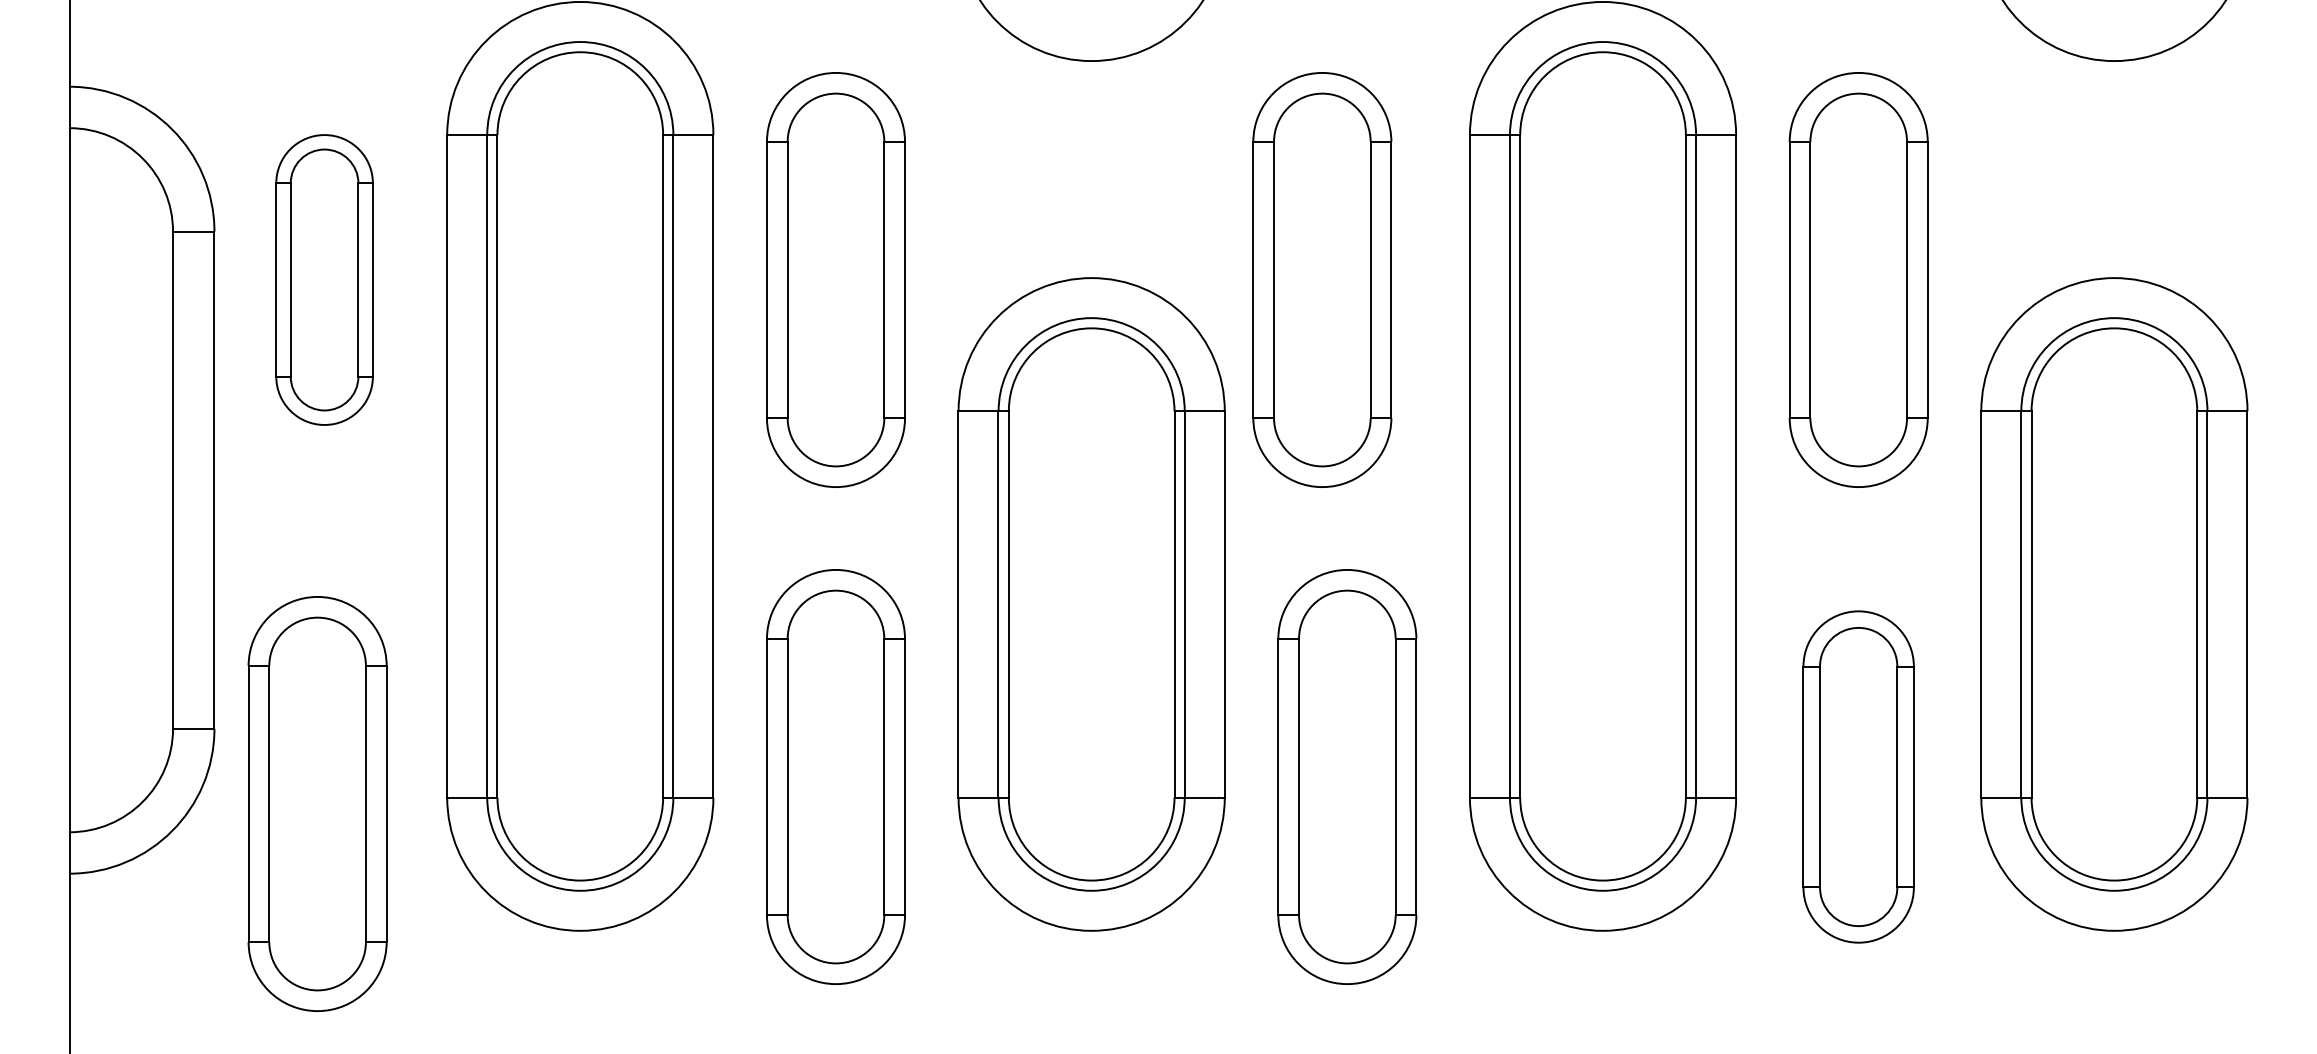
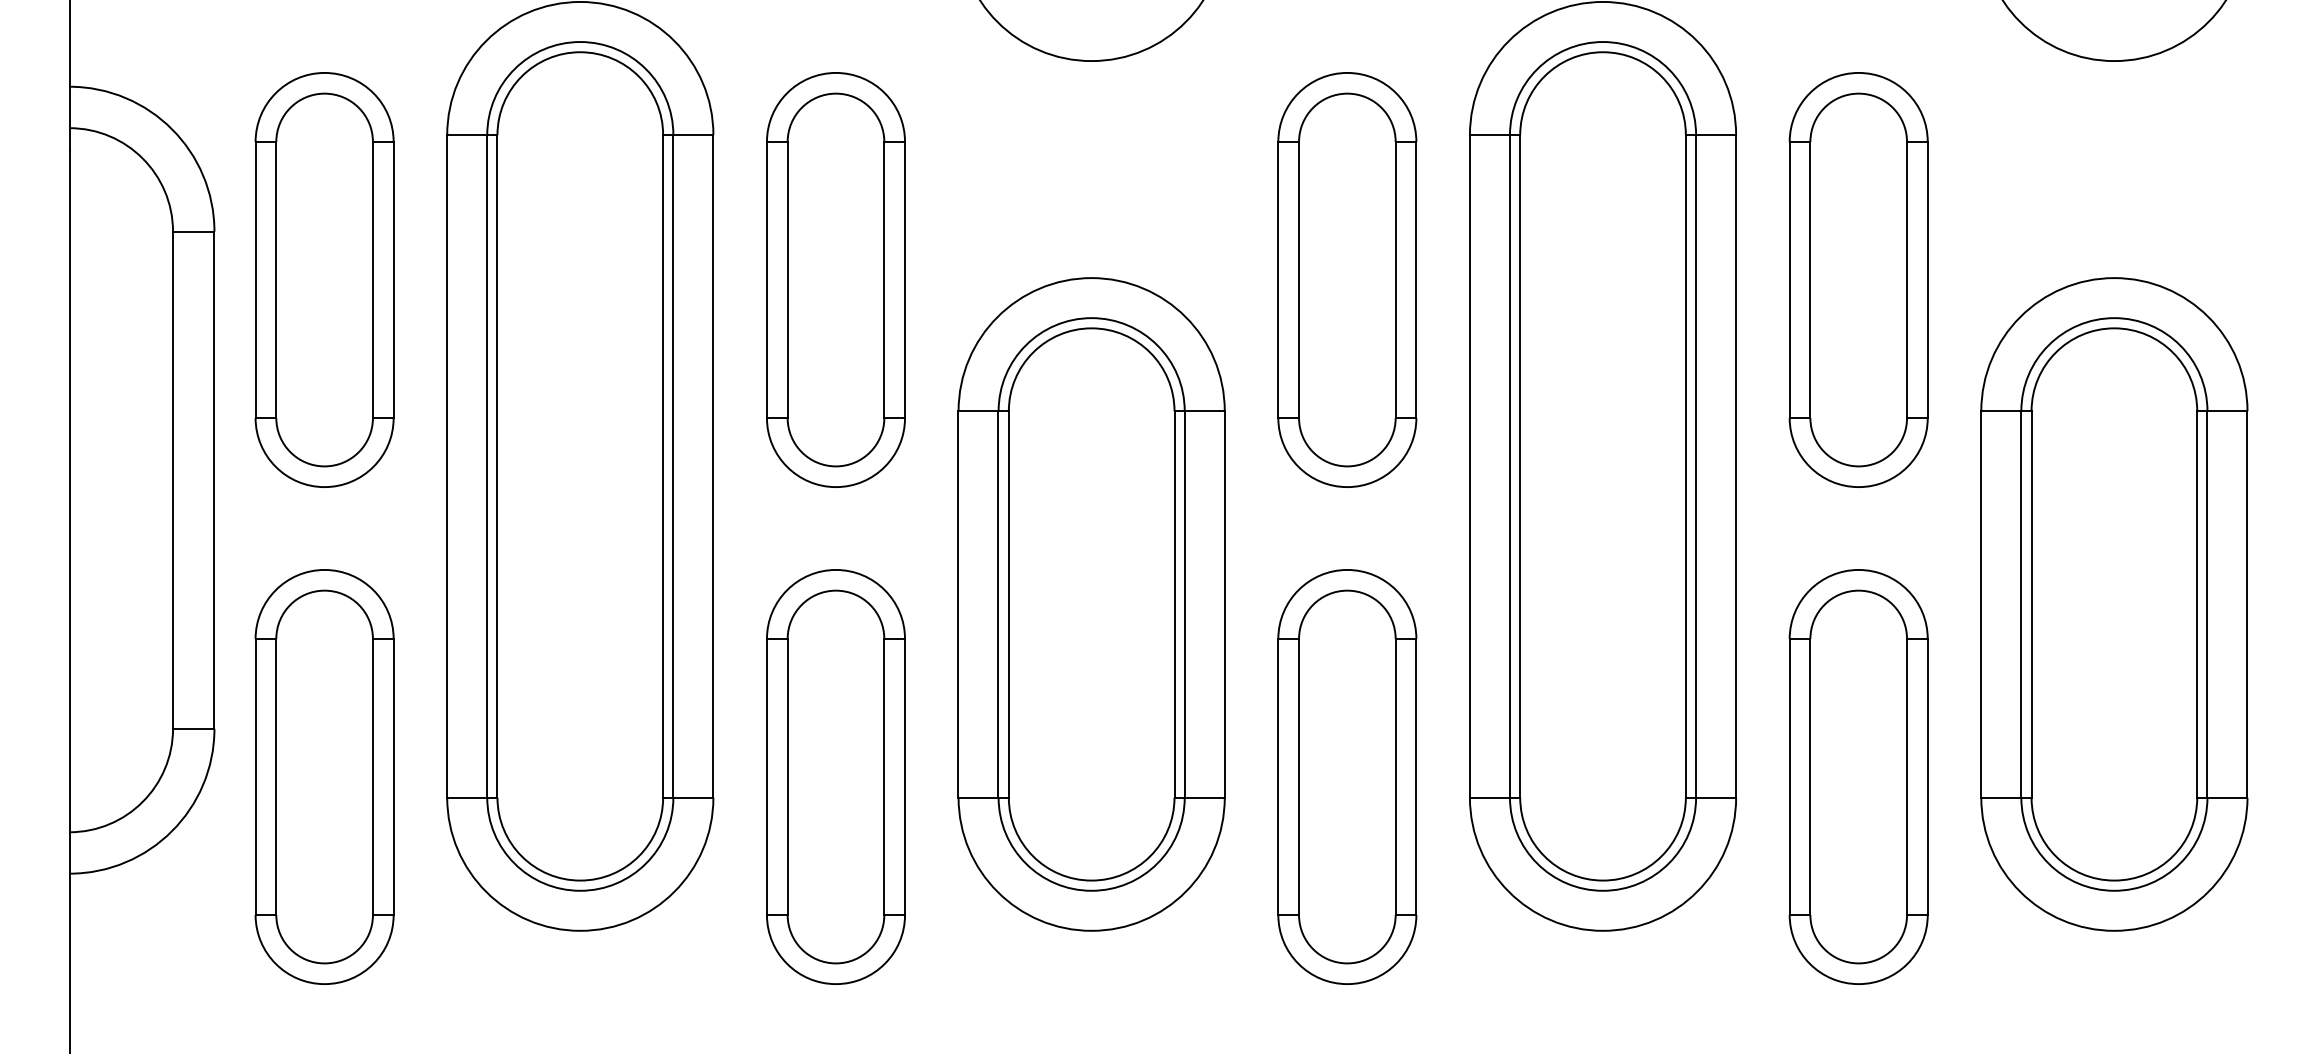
part at (324, 279) size: 99x292 px -> 141x416 px
part at (1322, 279) position: (1322, 279) -> (1347, 279)
part at (1858, 776) size: 113x334 px -> 141x416 px
part at (317, 803) position: (317, 803) -> (324, 776)
